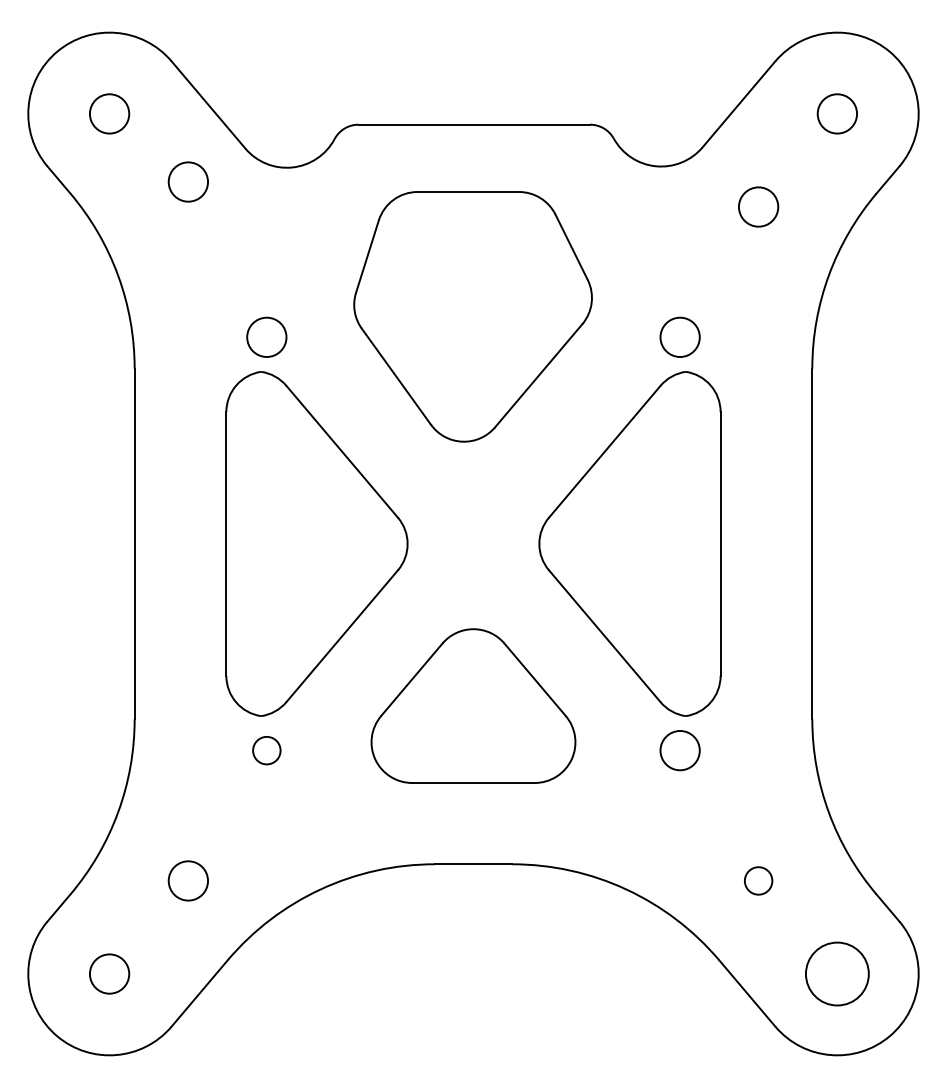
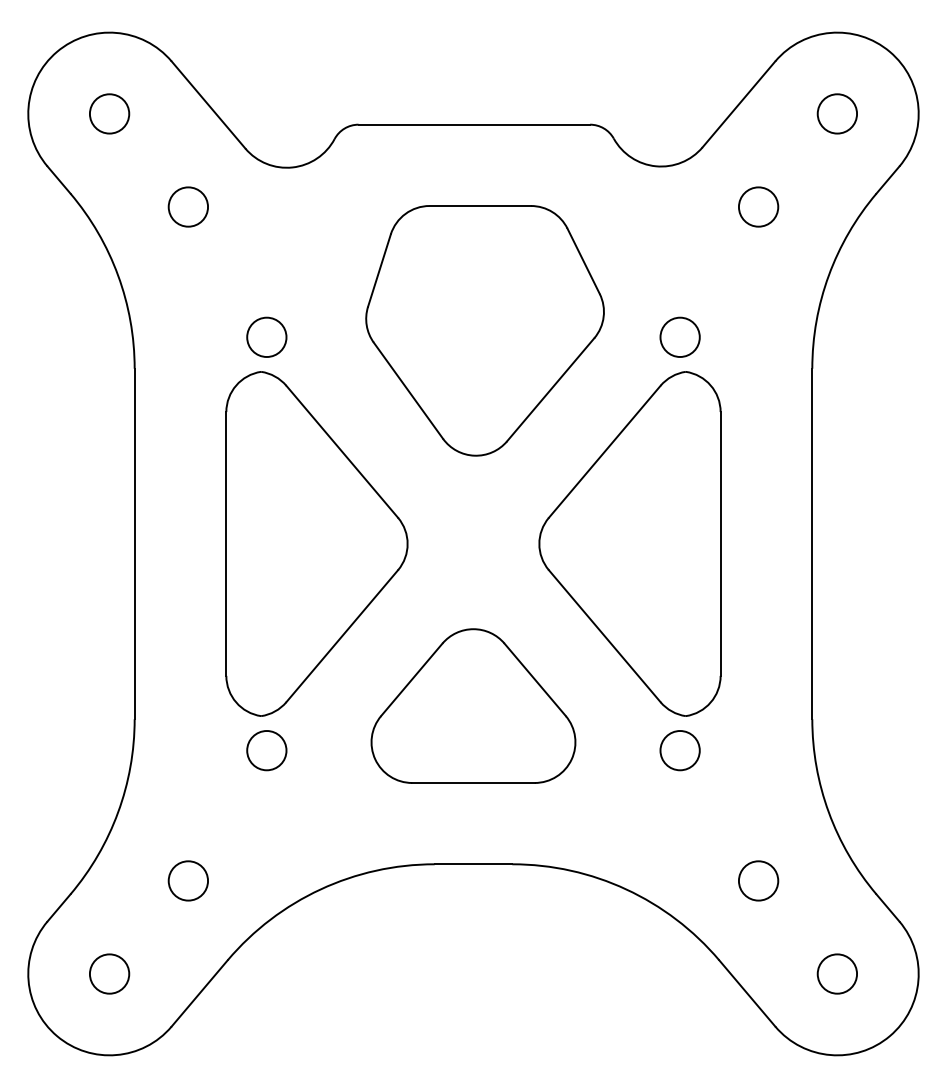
circle at (187, 181) position: (187, 181) -> (187, 206)
part at (472, 316) position: (472, 316) -> (484, 330)
circle at (266, 750) diameter: 28 px -> 39 px
circle at (758, 880) diameter: 28 px -> 39 px
circle at (836, 973) diameter: 63 px -> 39 px
